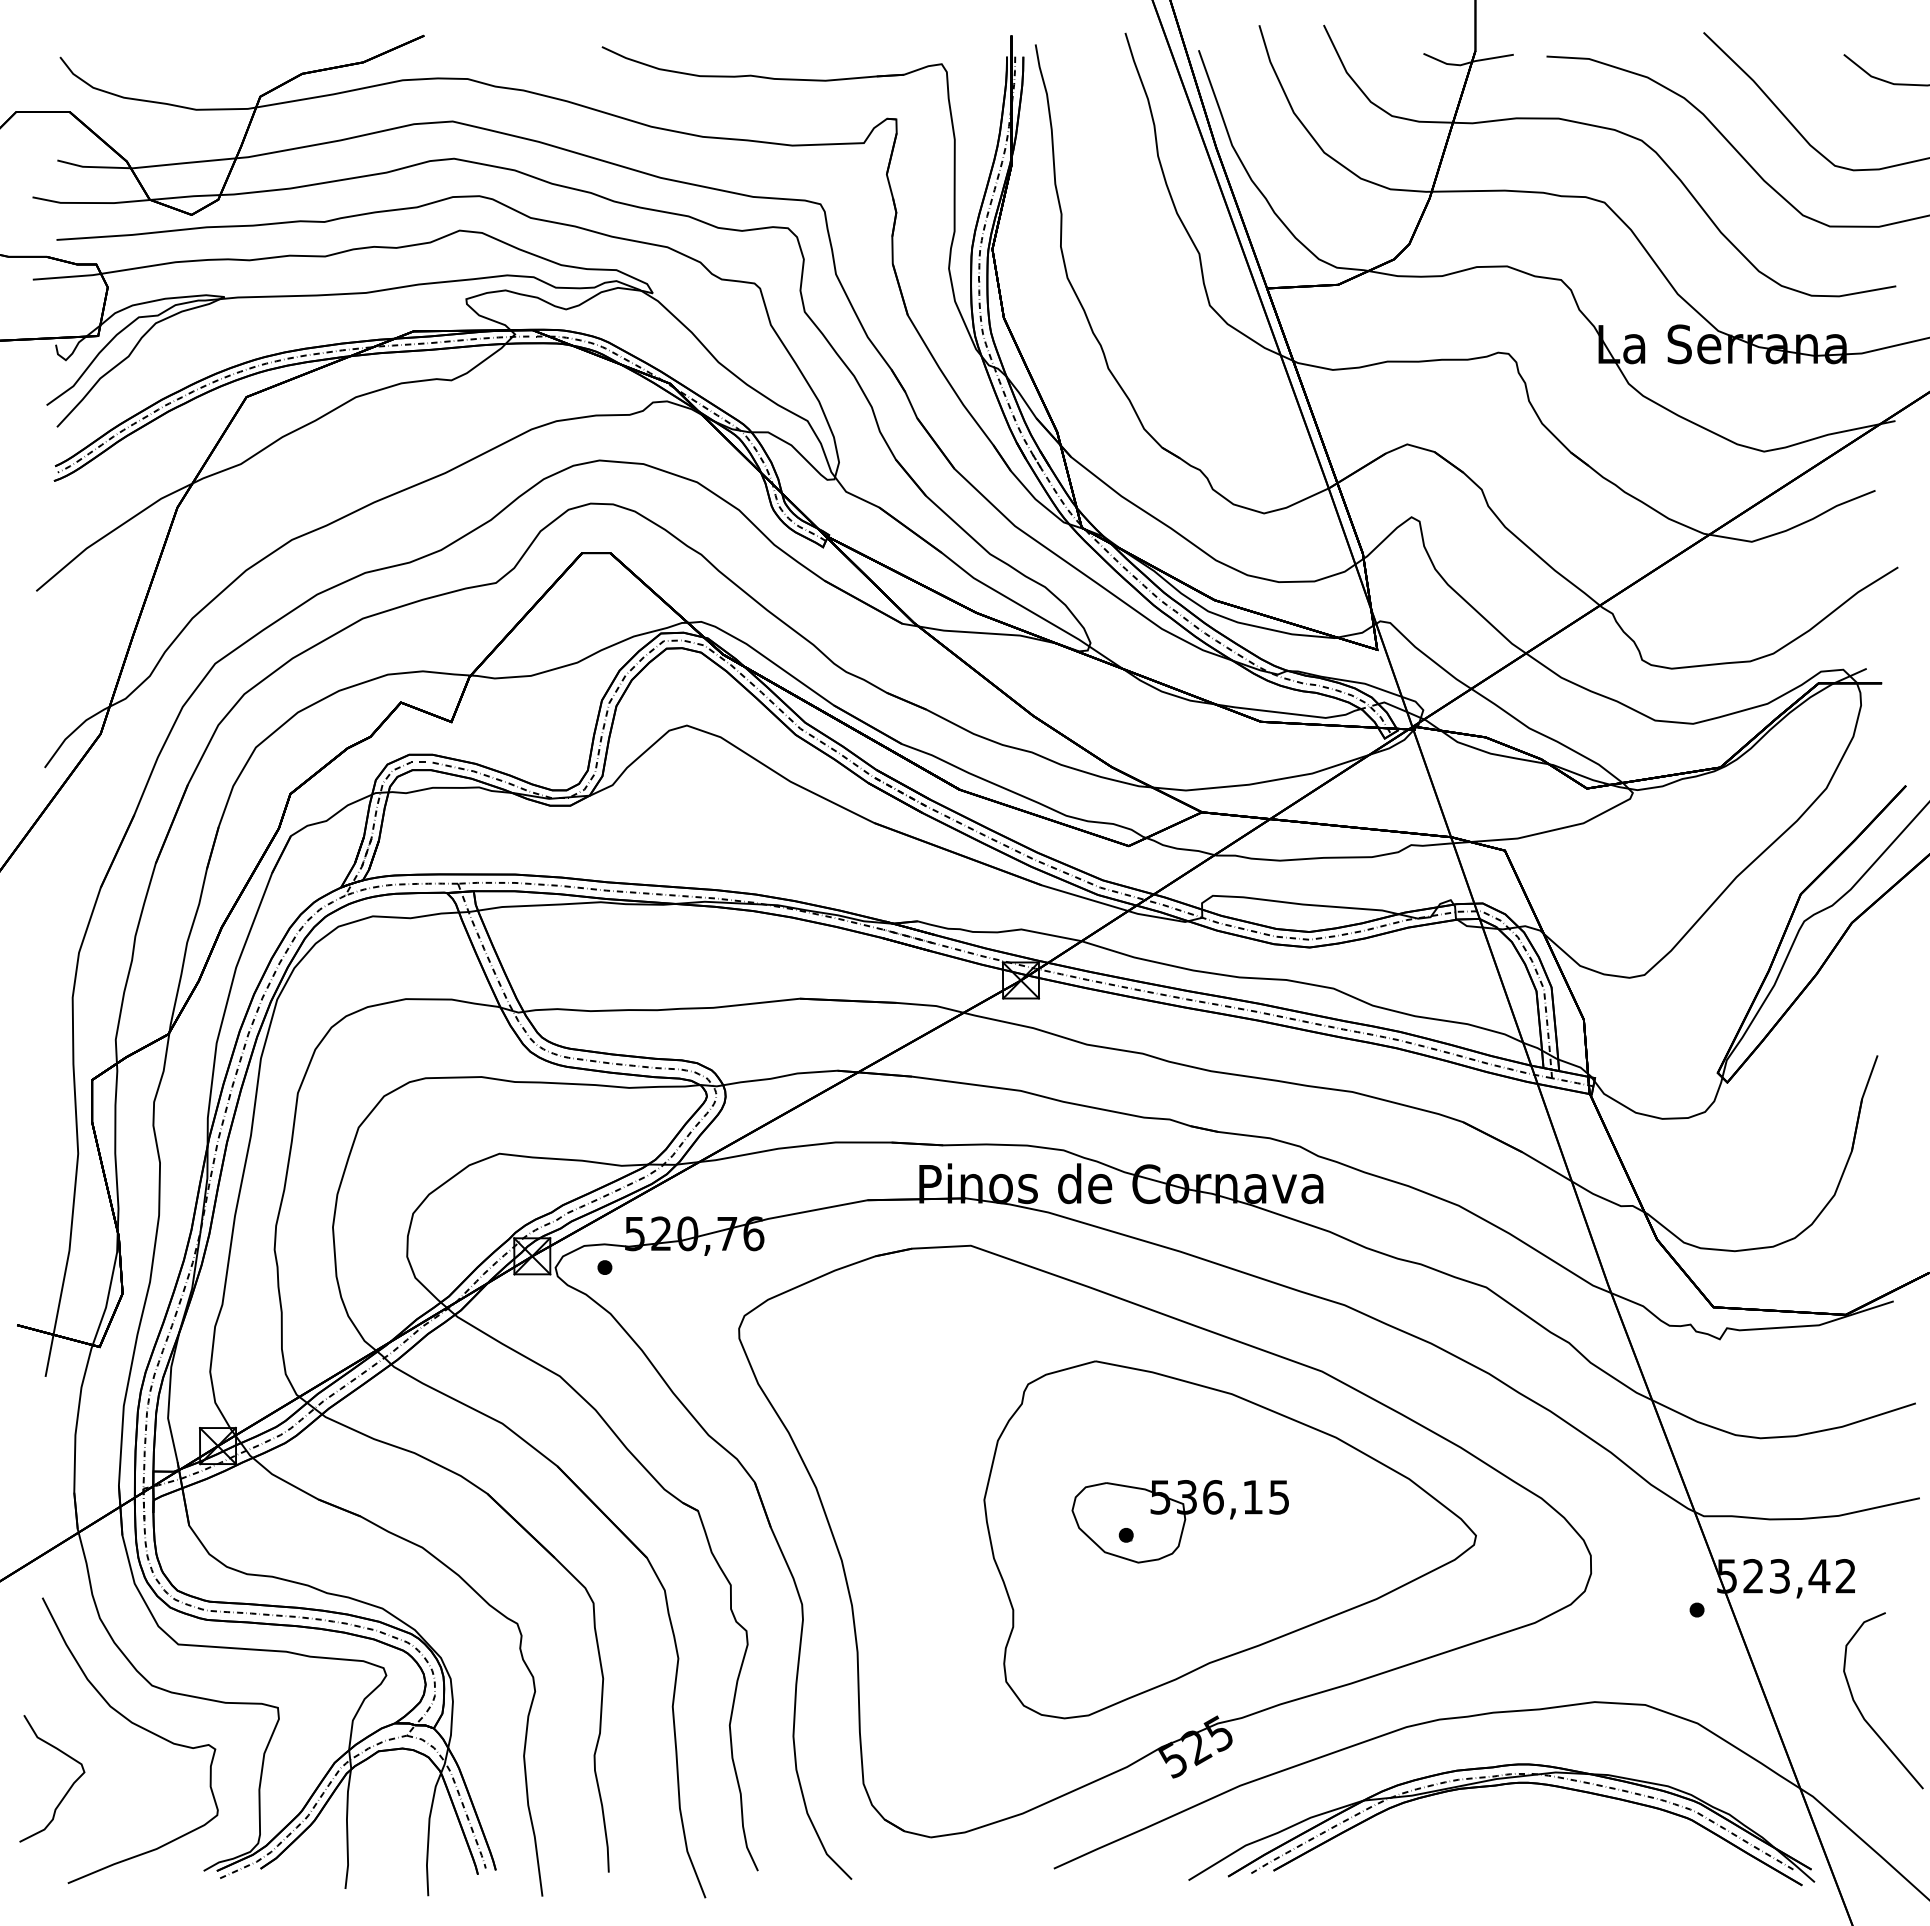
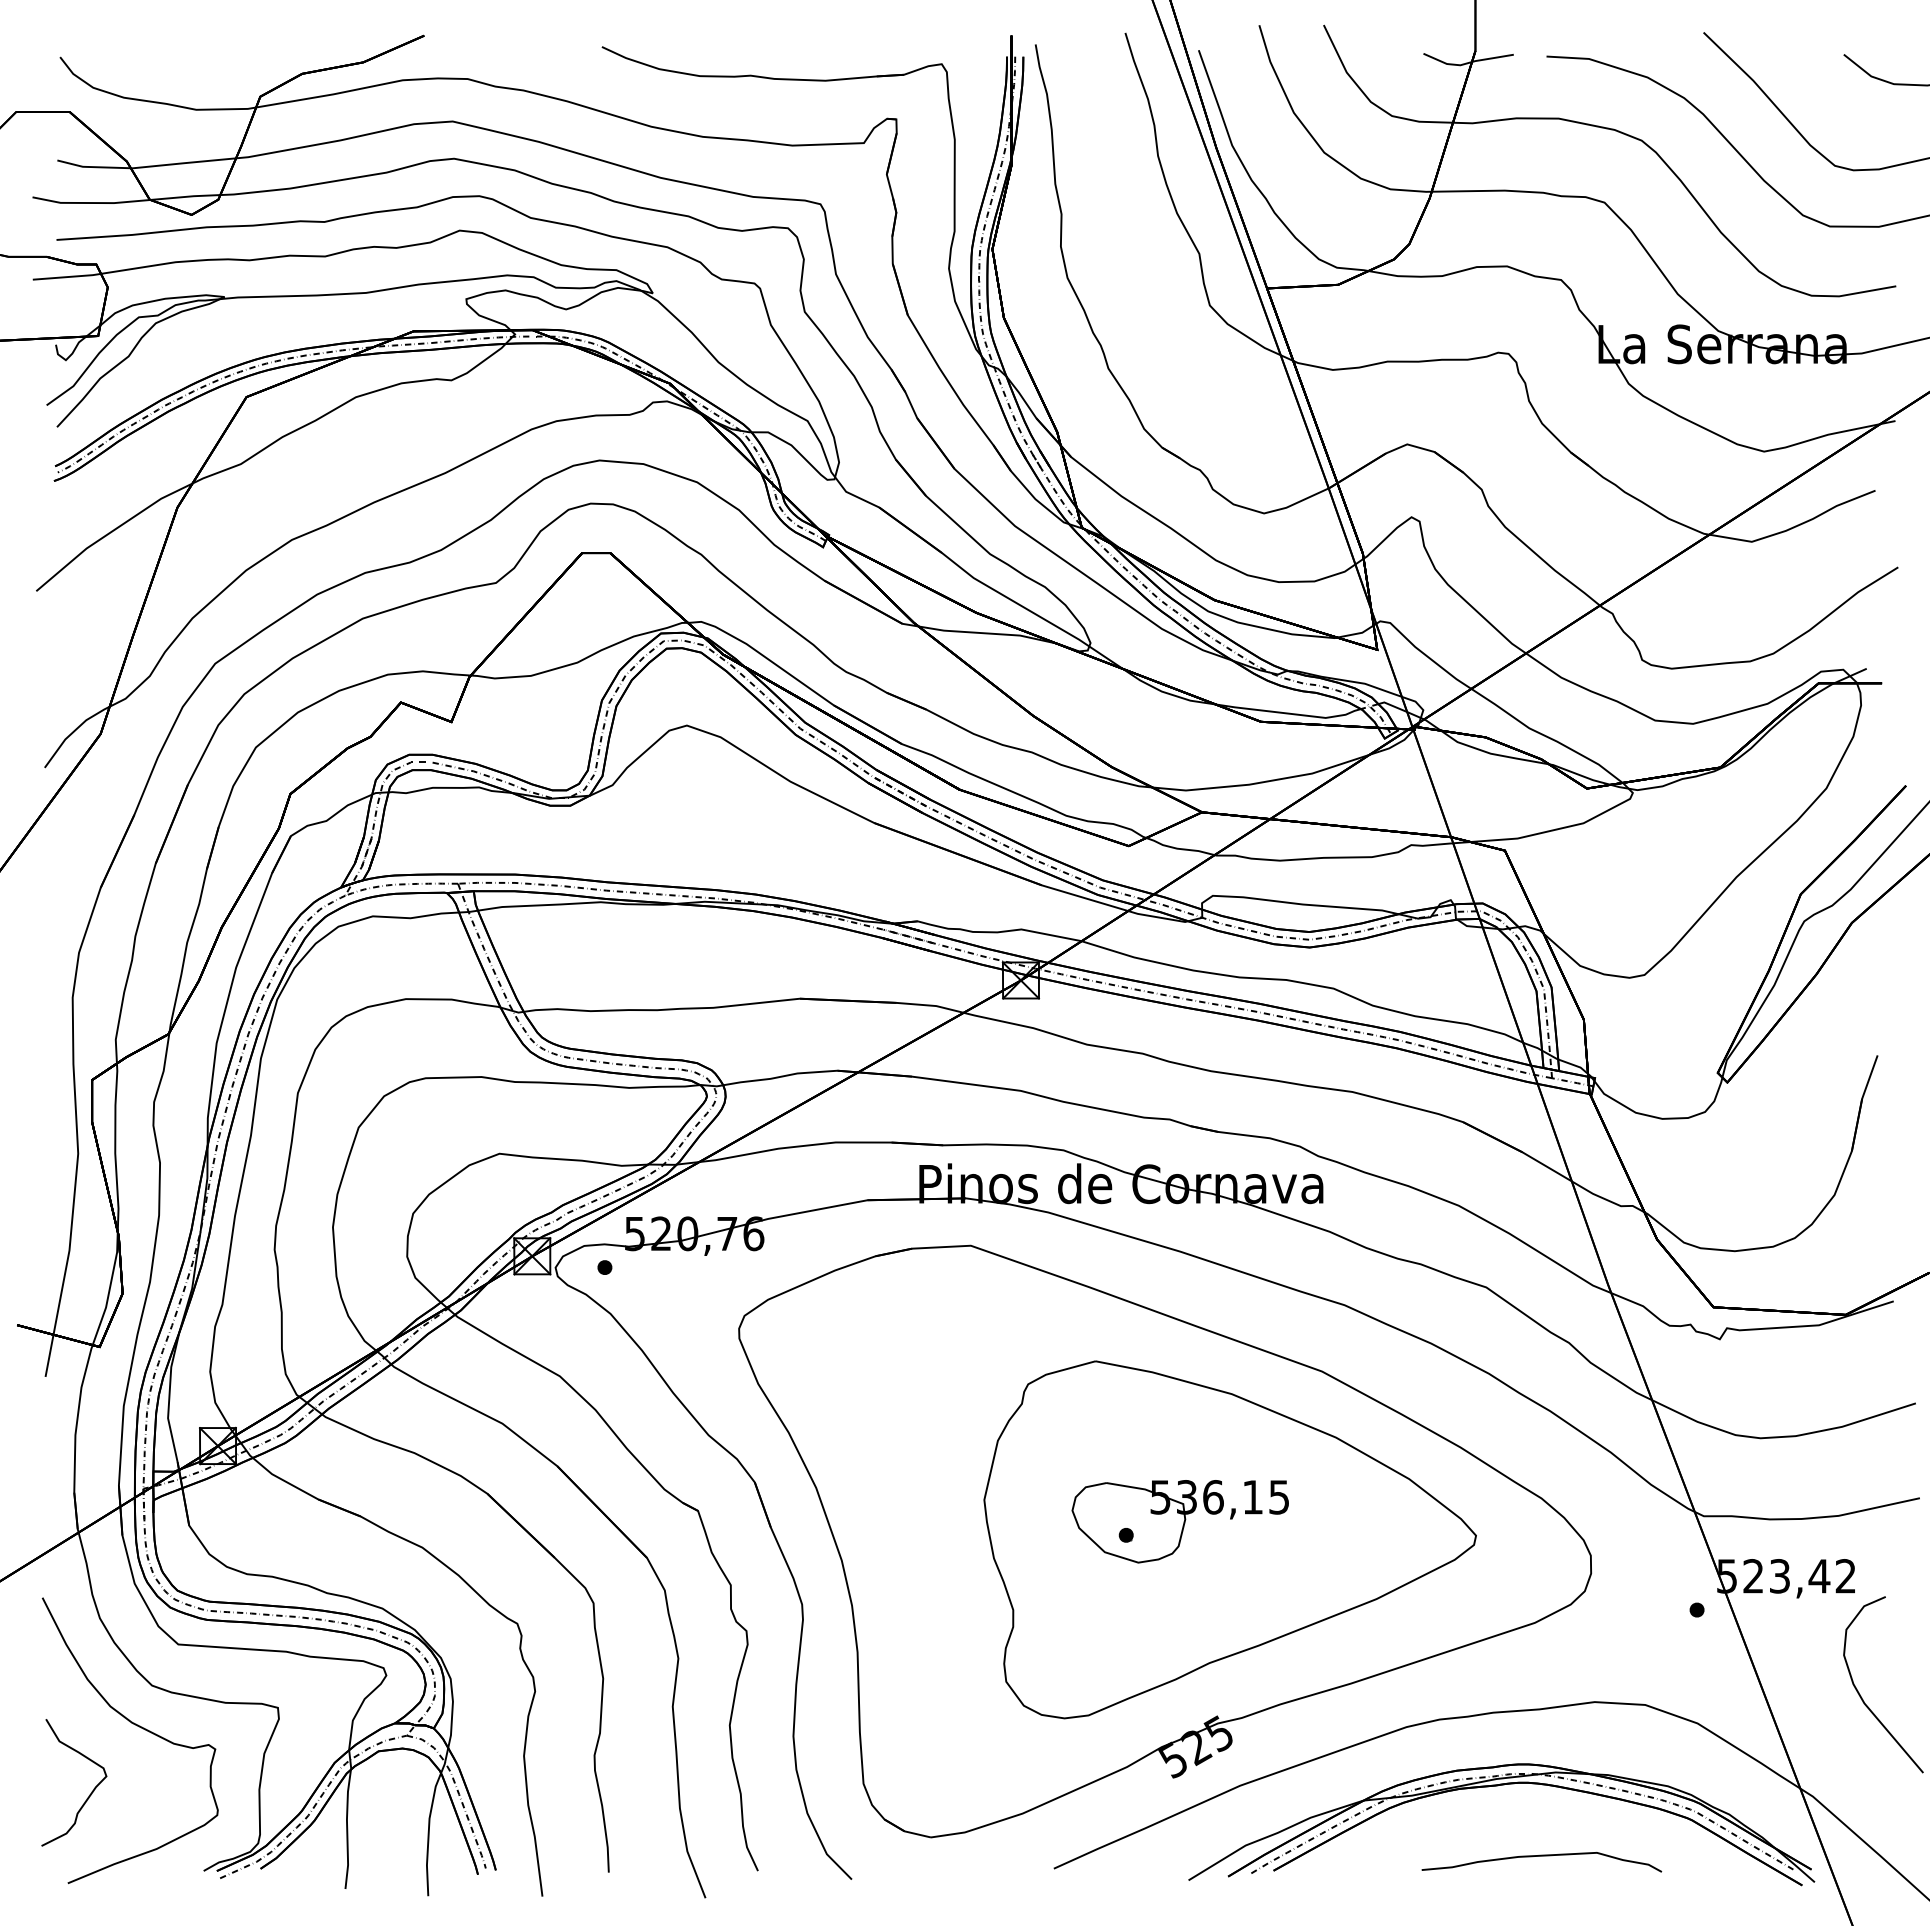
curve at (1862, 1713) position: (1862, 1713) -> (1862, 1697)
curve at (67, 1790) position: (67, 1790) -> (89, 1794)
curve at (1541, 1856): none -> present
